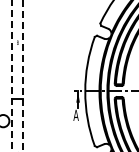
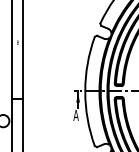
line at (12, 76): dashed -> solid
line at (23, 76): dashed -> solid
